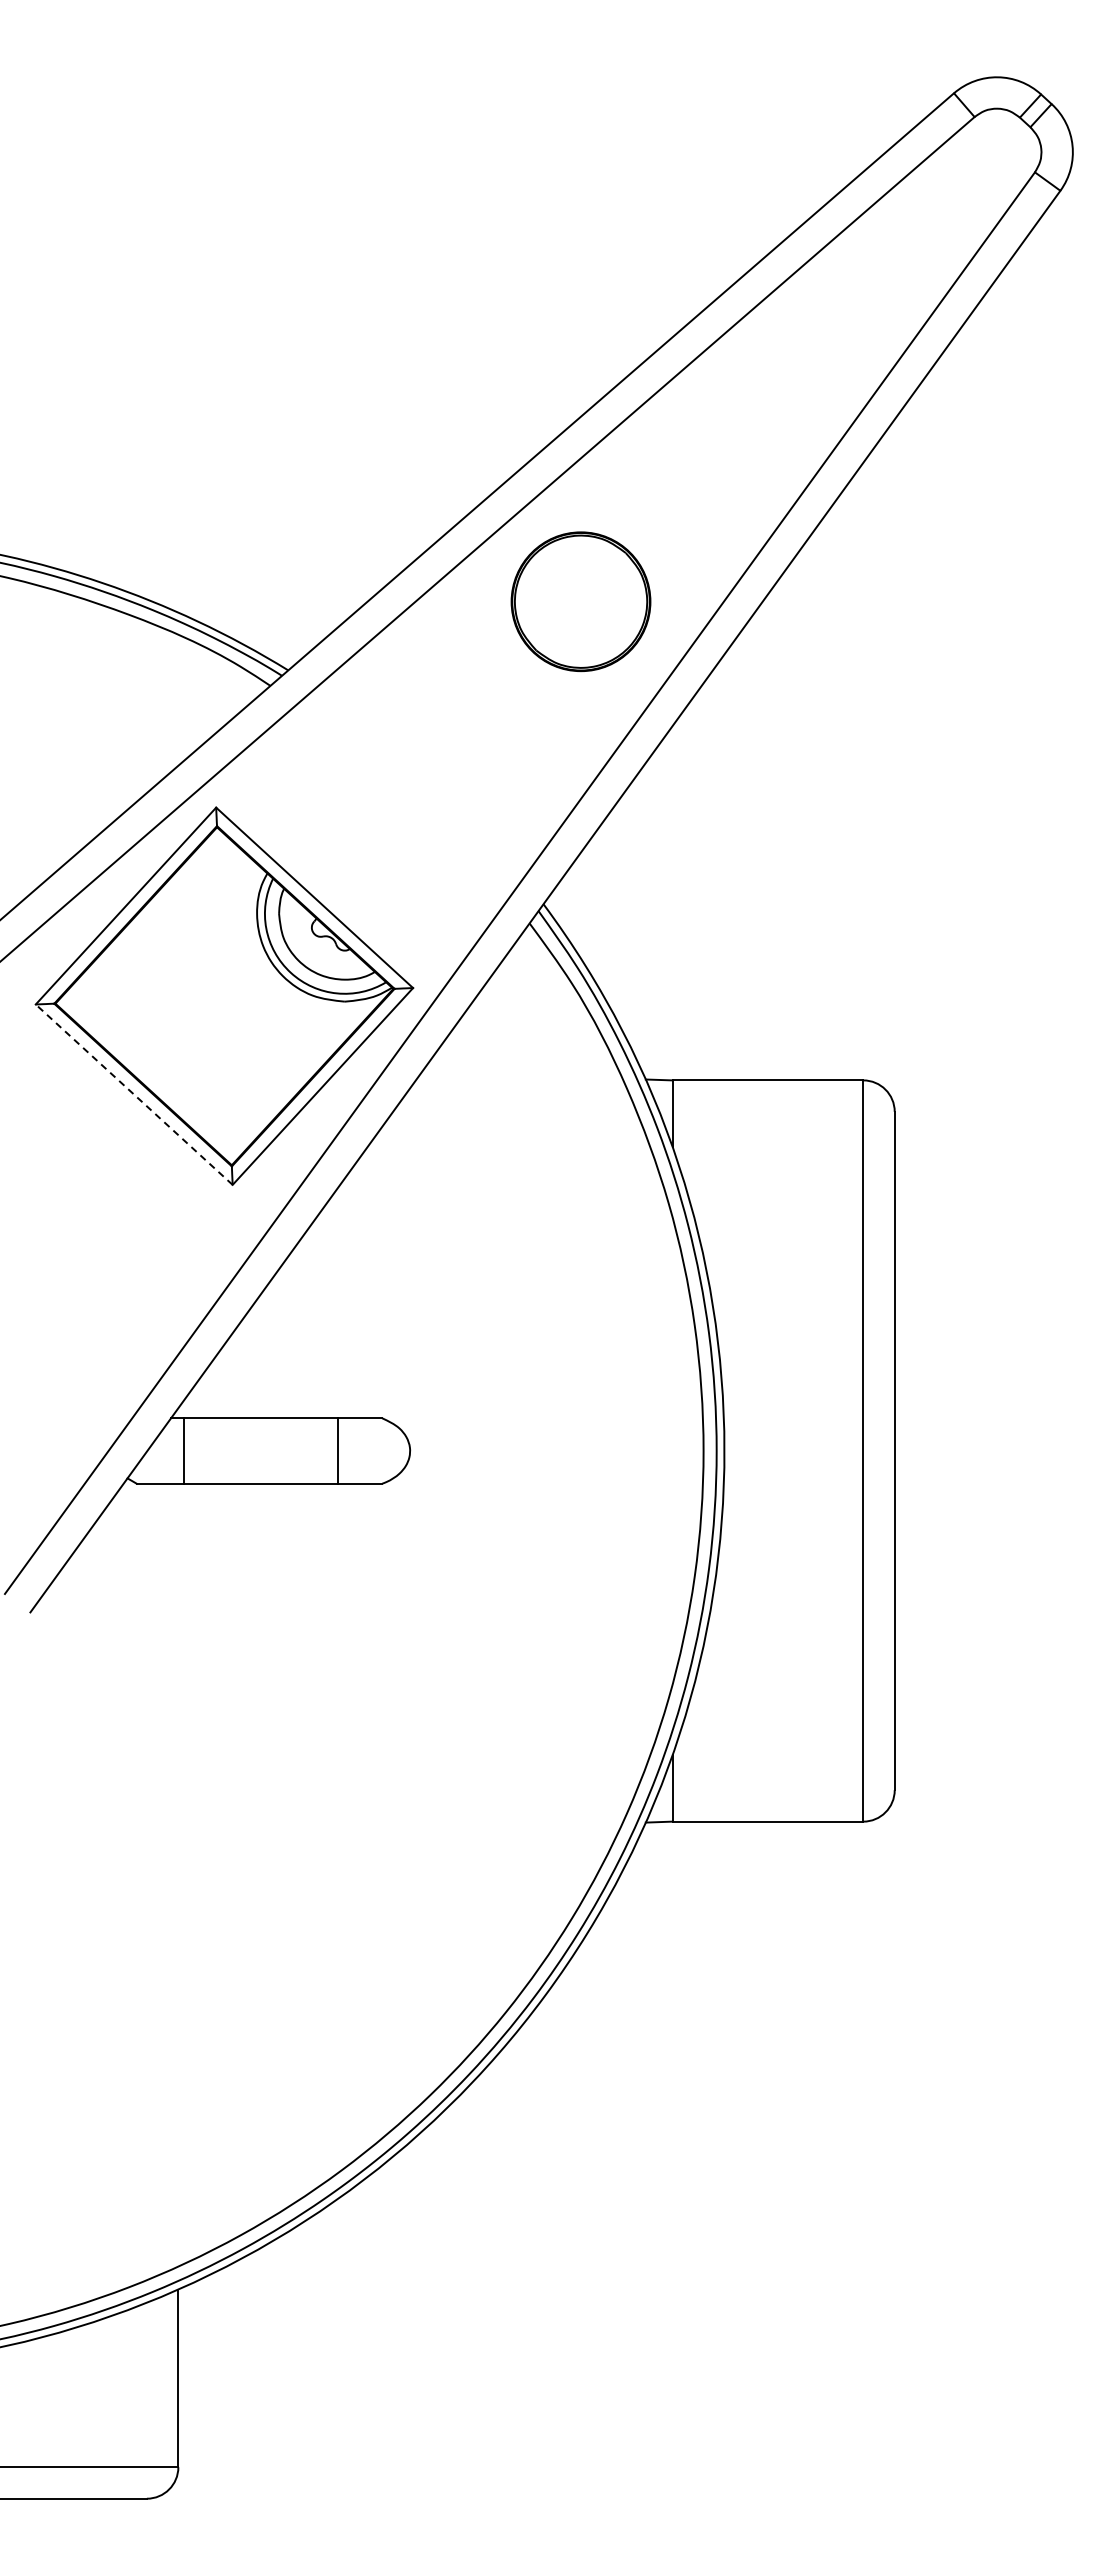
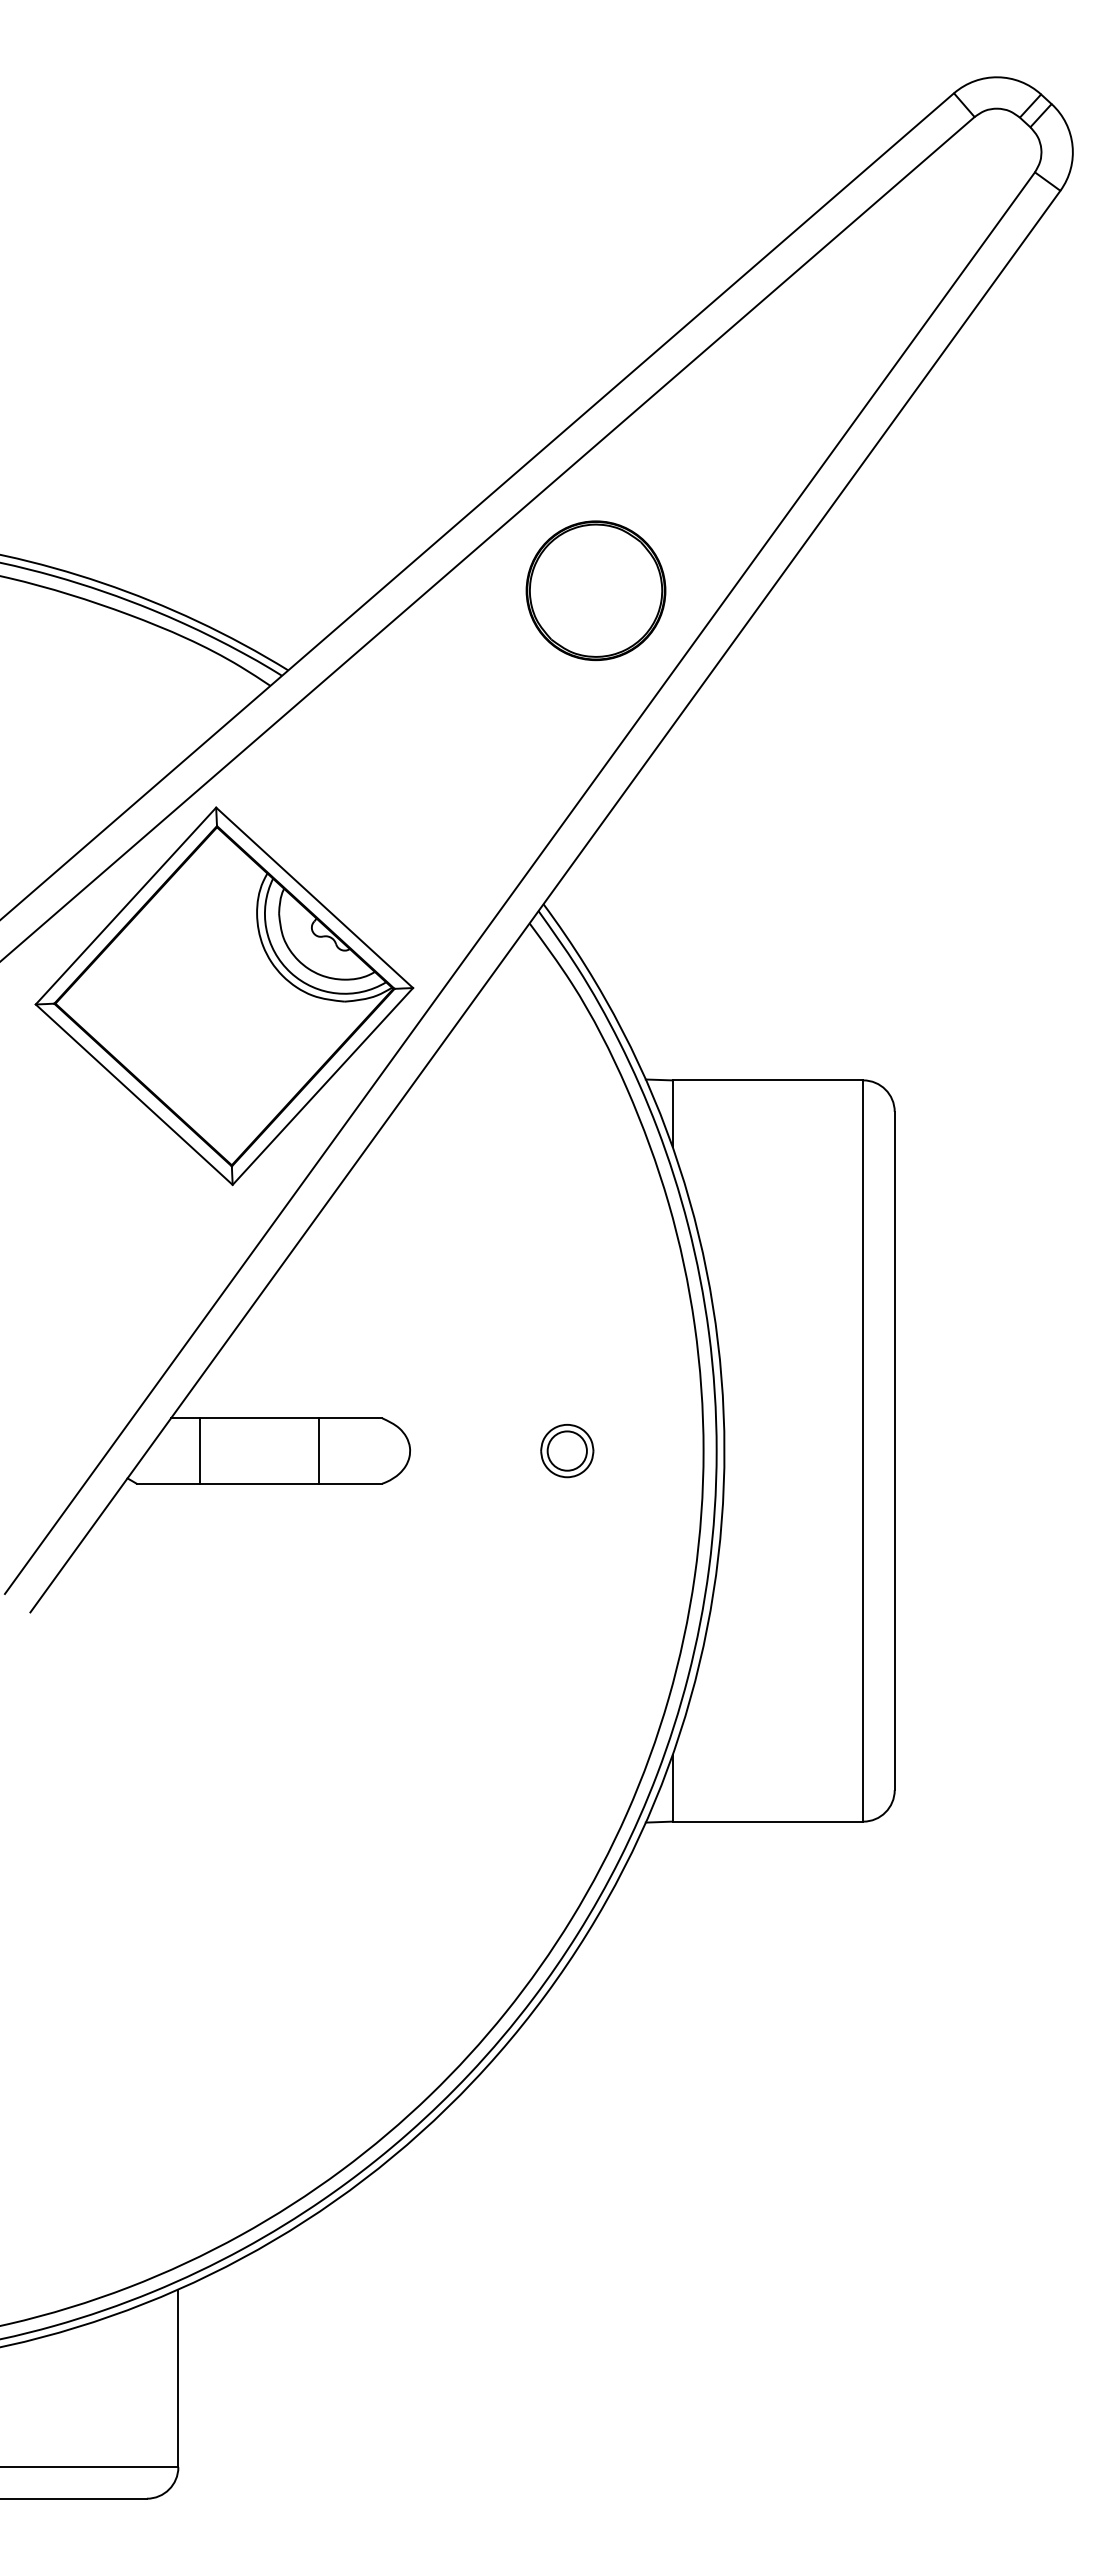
part at (580, 601) position: (580, 601) -> (595, 590)
line at (134, 1094): dashed -> solid
line at (183, 1450) position: (183, 1450) -> (199, 1450)
line at (338, 1450) position: (338, 1450) -> (319, 1450)
part at (567, 1451): none -> present
